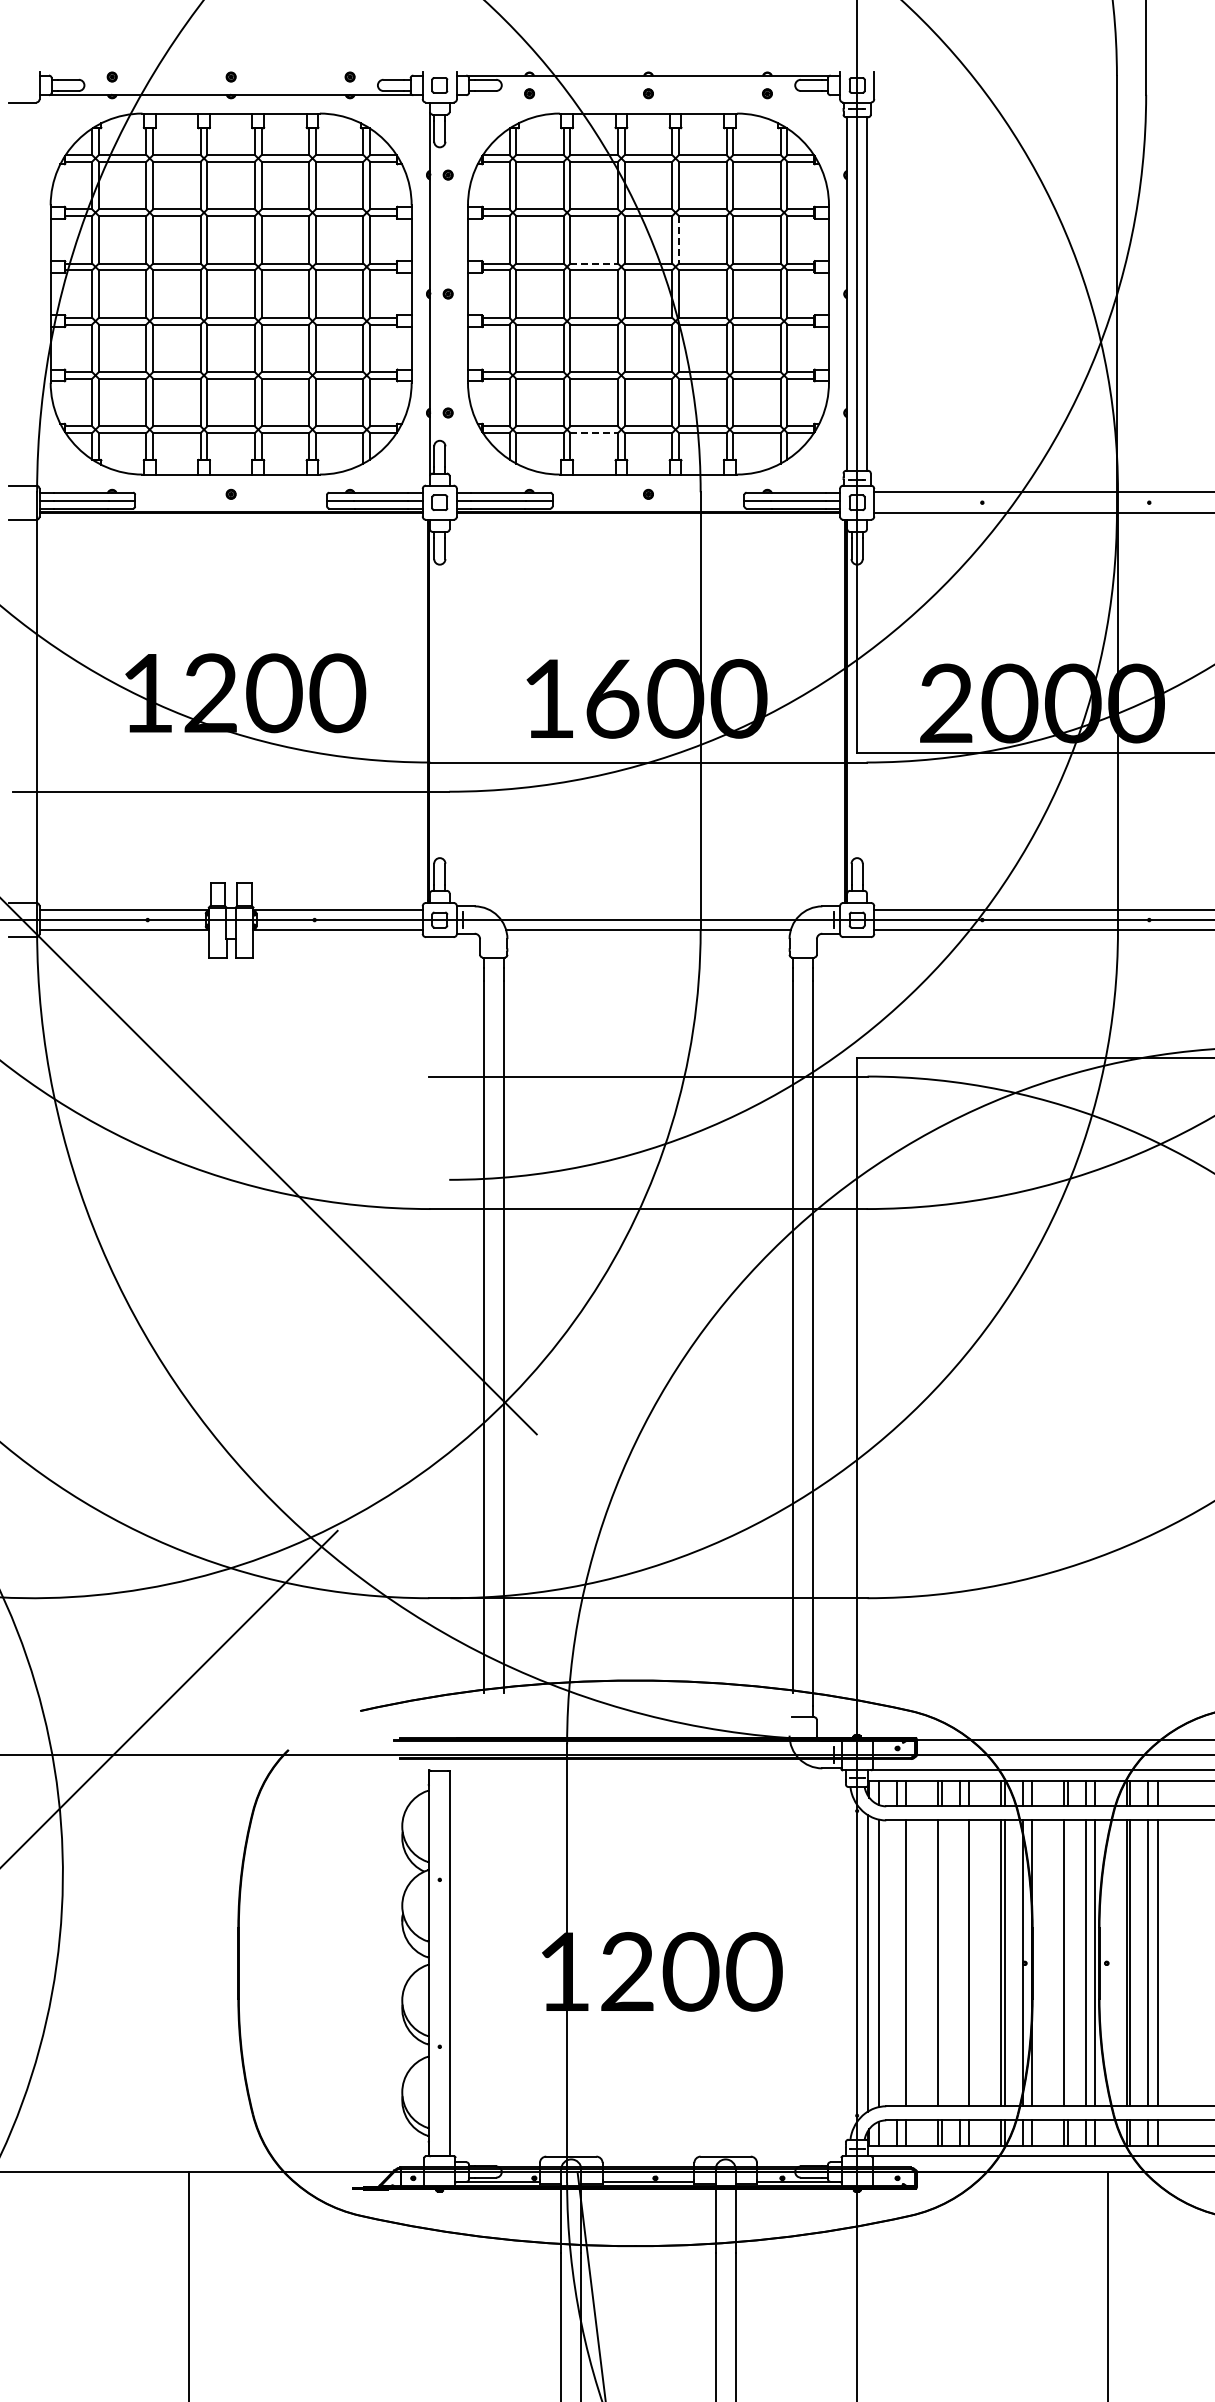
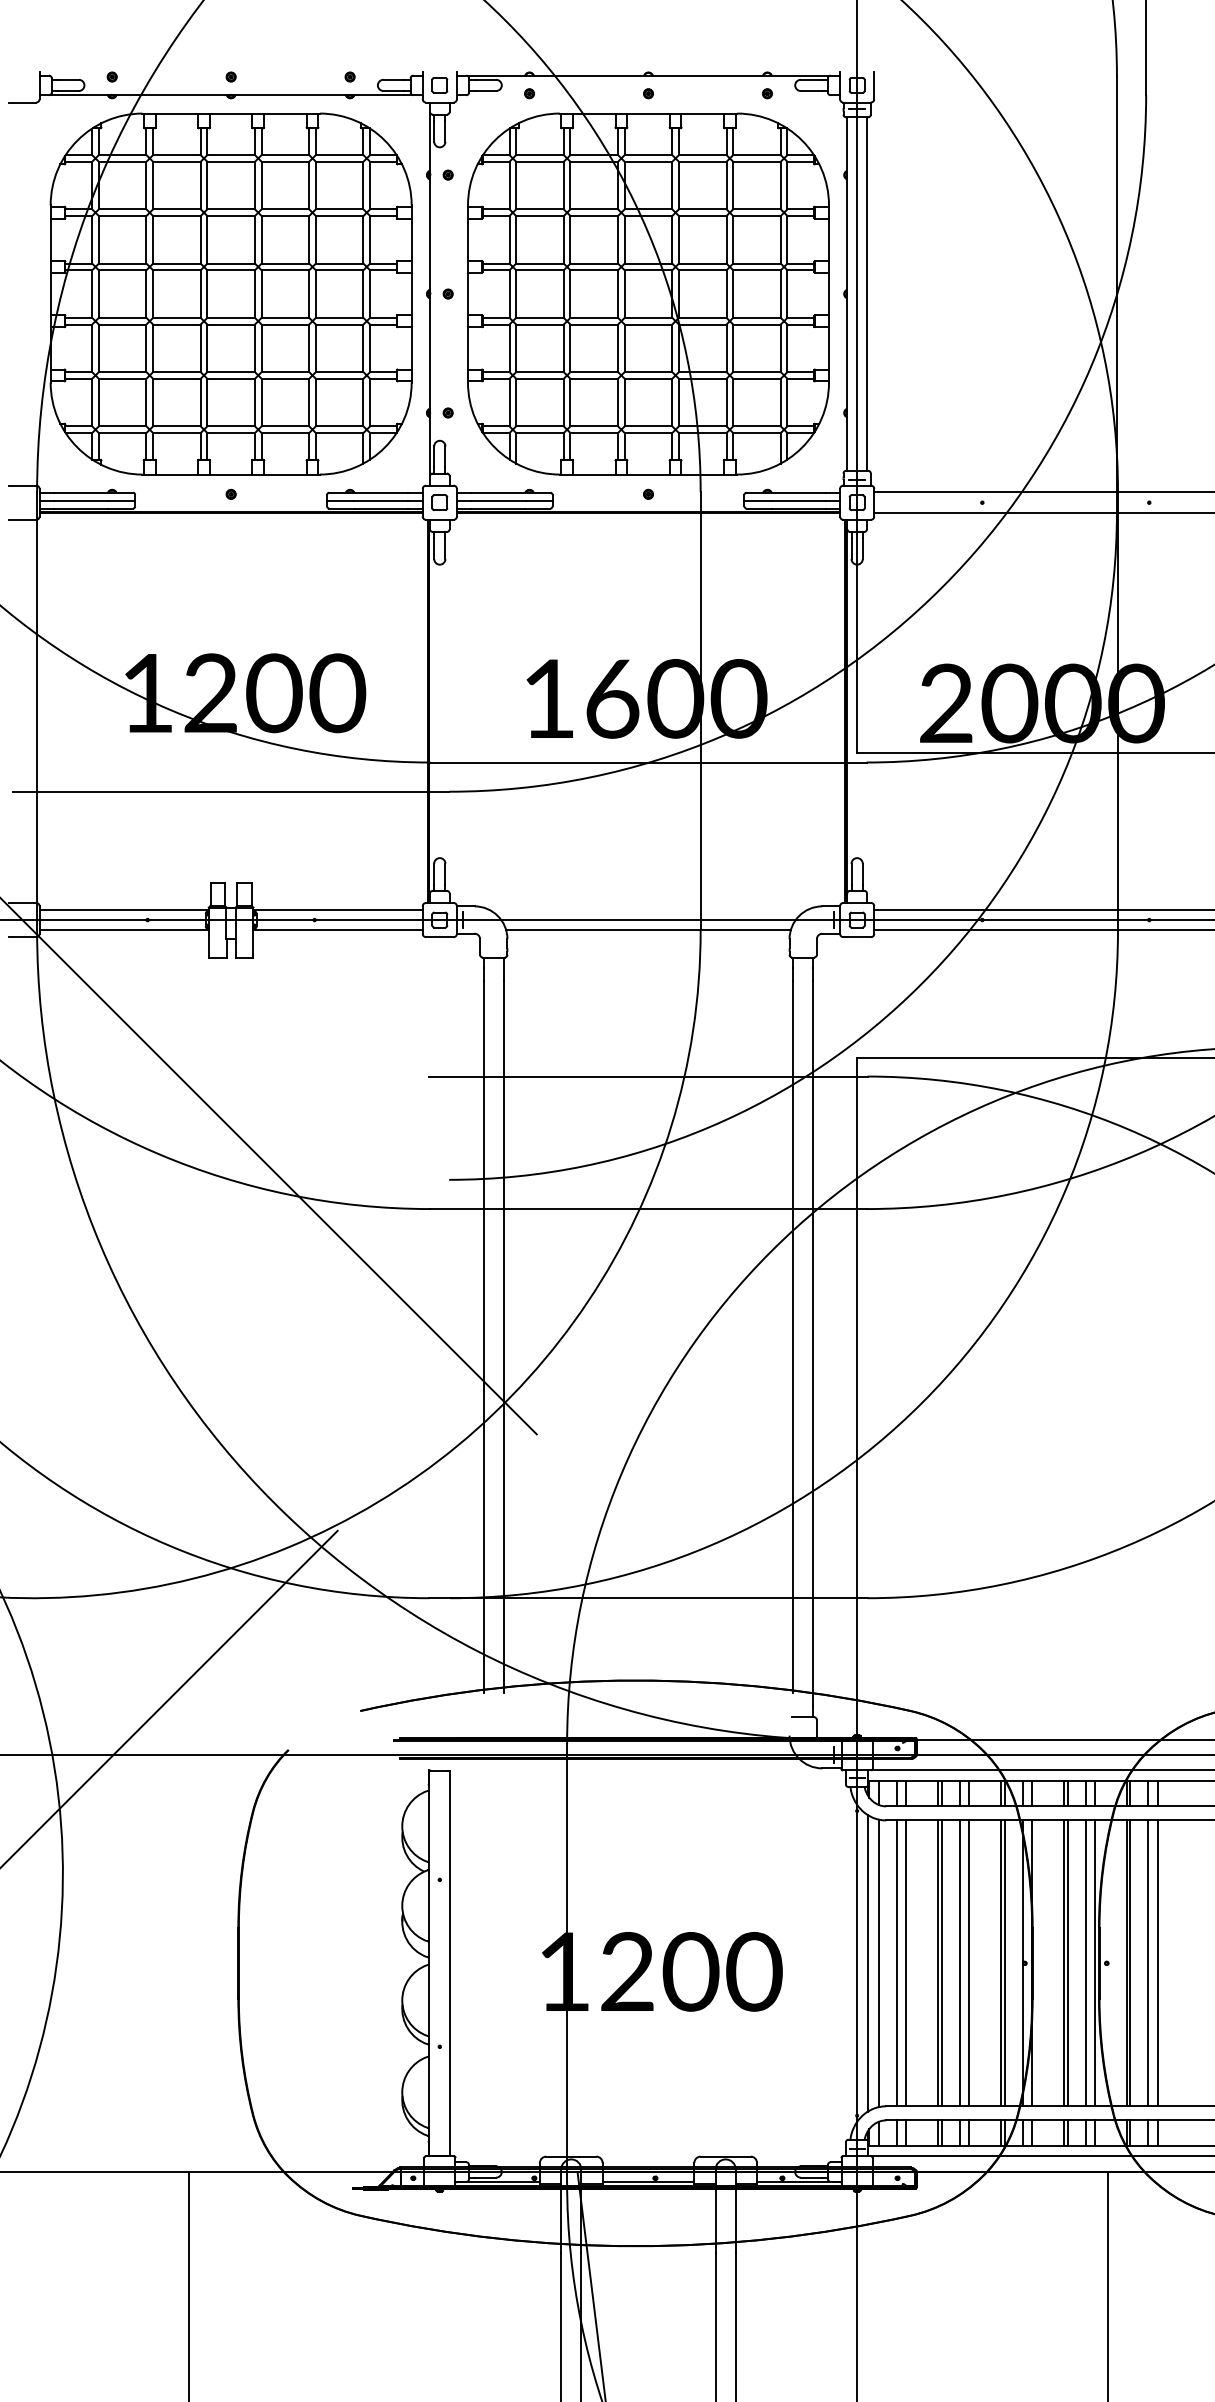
line at (678, 239): dashed -> solid
line at (594, 263): dashed -> solid
line at (594, 433): dashed -> solid
line at (897, 1963): none -> present
line at (942, 1963): none -> present
line at (959, 1963): none -> present
line at (1067, 1963): none -> present
